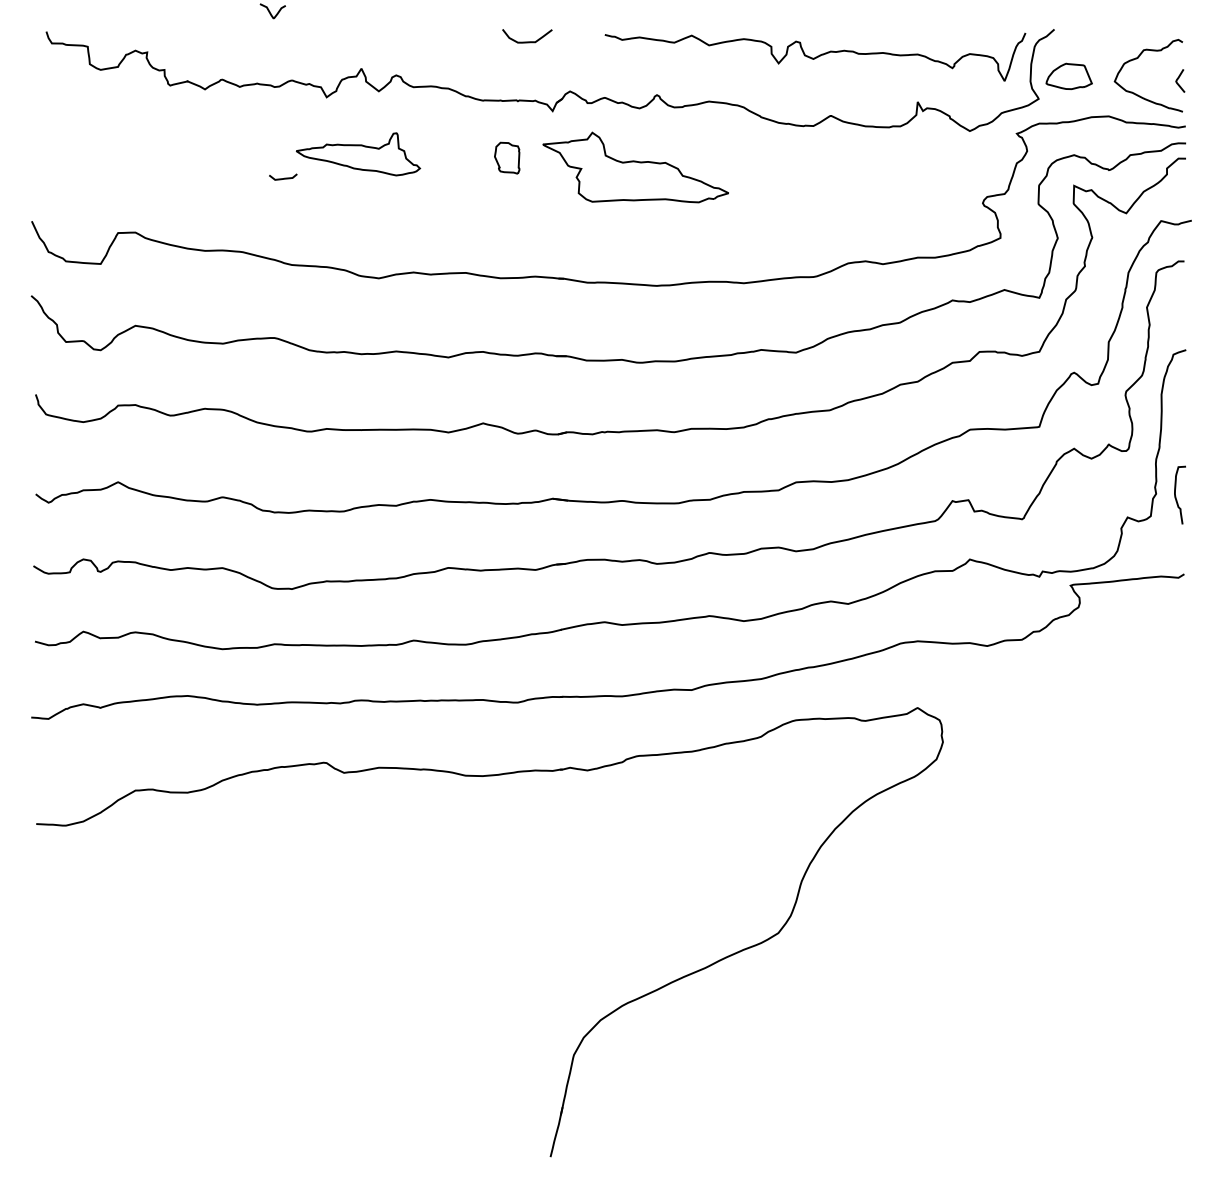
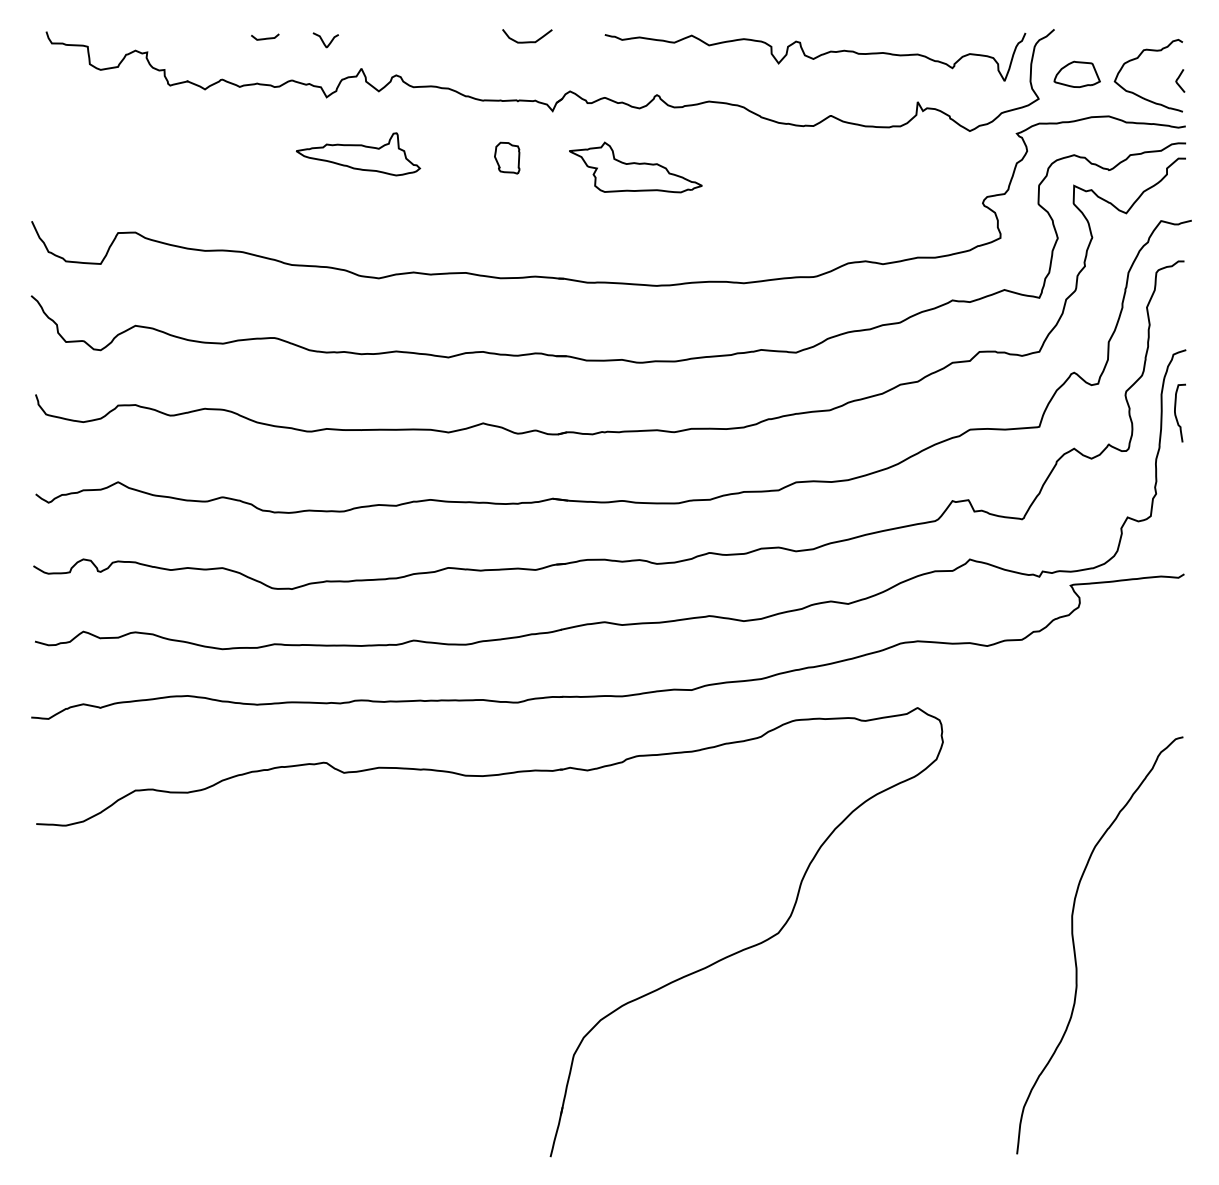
curve at (270, 11) position: (270, 11) -> (323, 40)
part at (1068, 75) position: (1068, 75) -> (1076, 73)
part at (635, 167) size: 187x73 px -> 134x53 px
curve at (284, 177) position: (284, 177) -> (266, 37)
curve at (1176, 496) position: (1176, 496) -> (1176, 414)
curve at (1075, 948): none -> present
